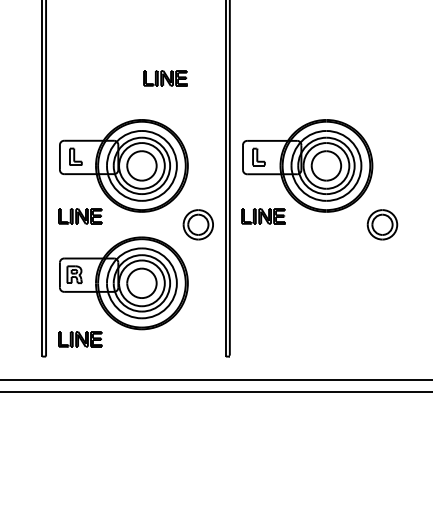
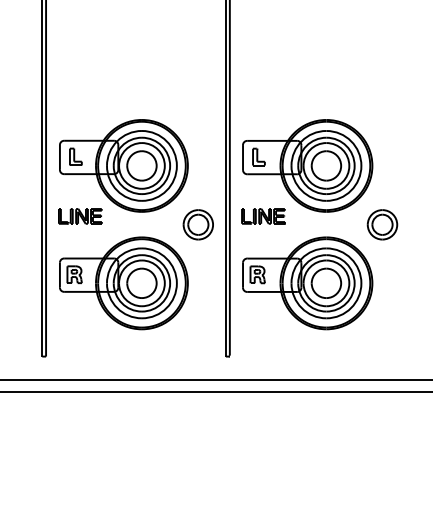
part at (165, 78): present -> none
part at (307, 283): none -> present
part at (80, 339): present -> none
